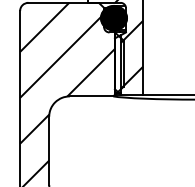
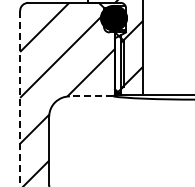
line at (91, 96): solid -> dashed
line at (20, 98): solid -> dashed
